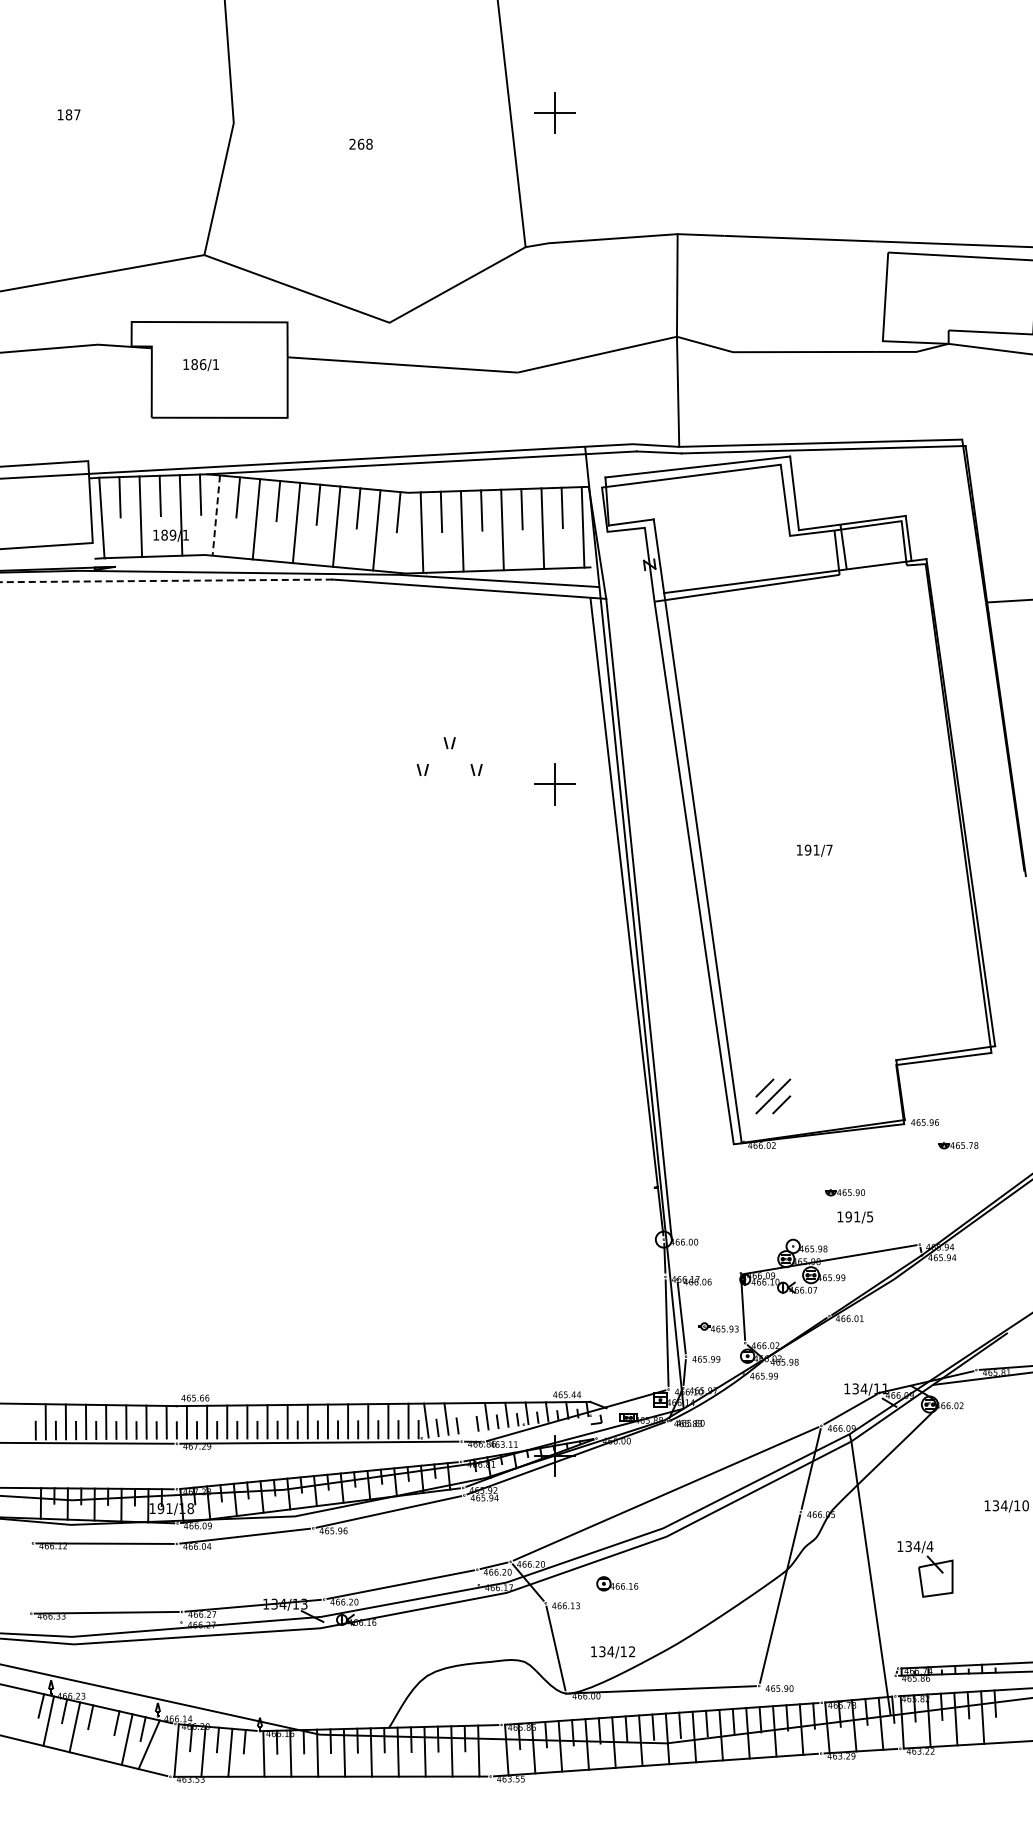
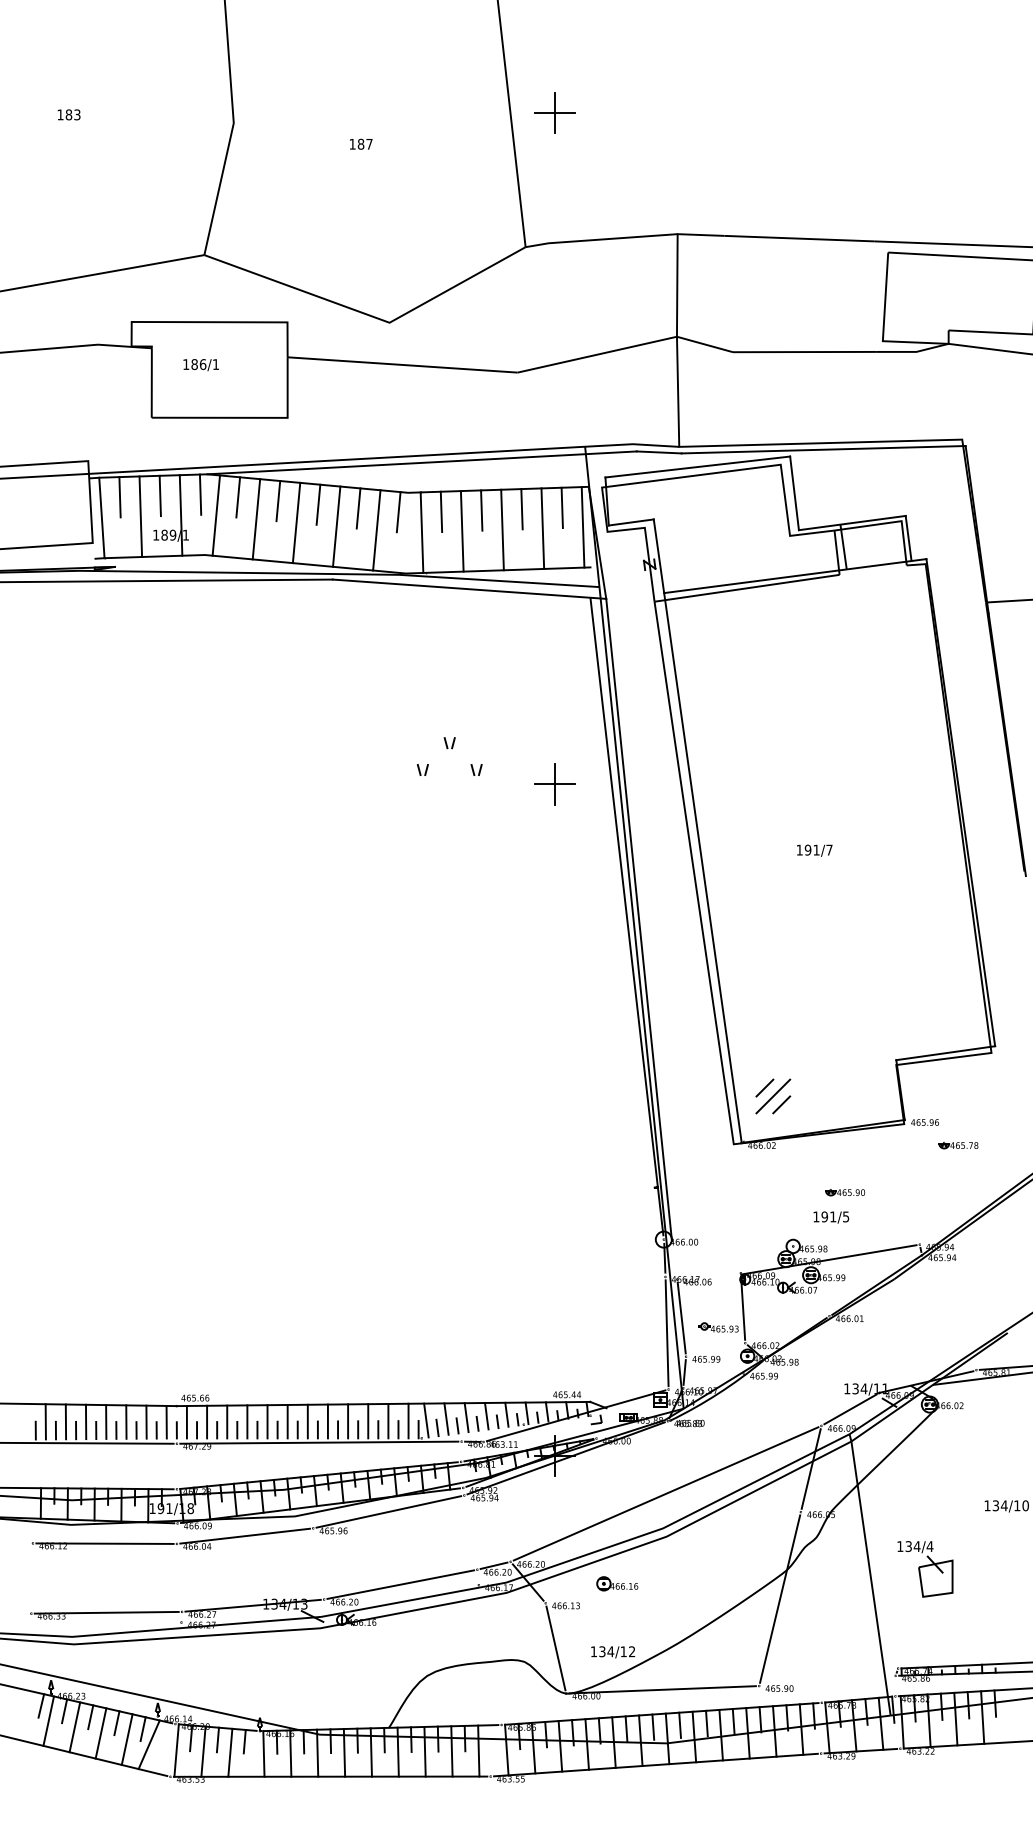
text at (77, 114): 187 -> 183
text at (360, 143): 268 -> 187
line at (216, 516): dashed -> solid
line at (166, 580): dashed -> solid
text at (855, 1217) position: (855, 1217) -> (831, 1217)
line at (466, 1417): none -> present
line at (100, 1733): none -> present
